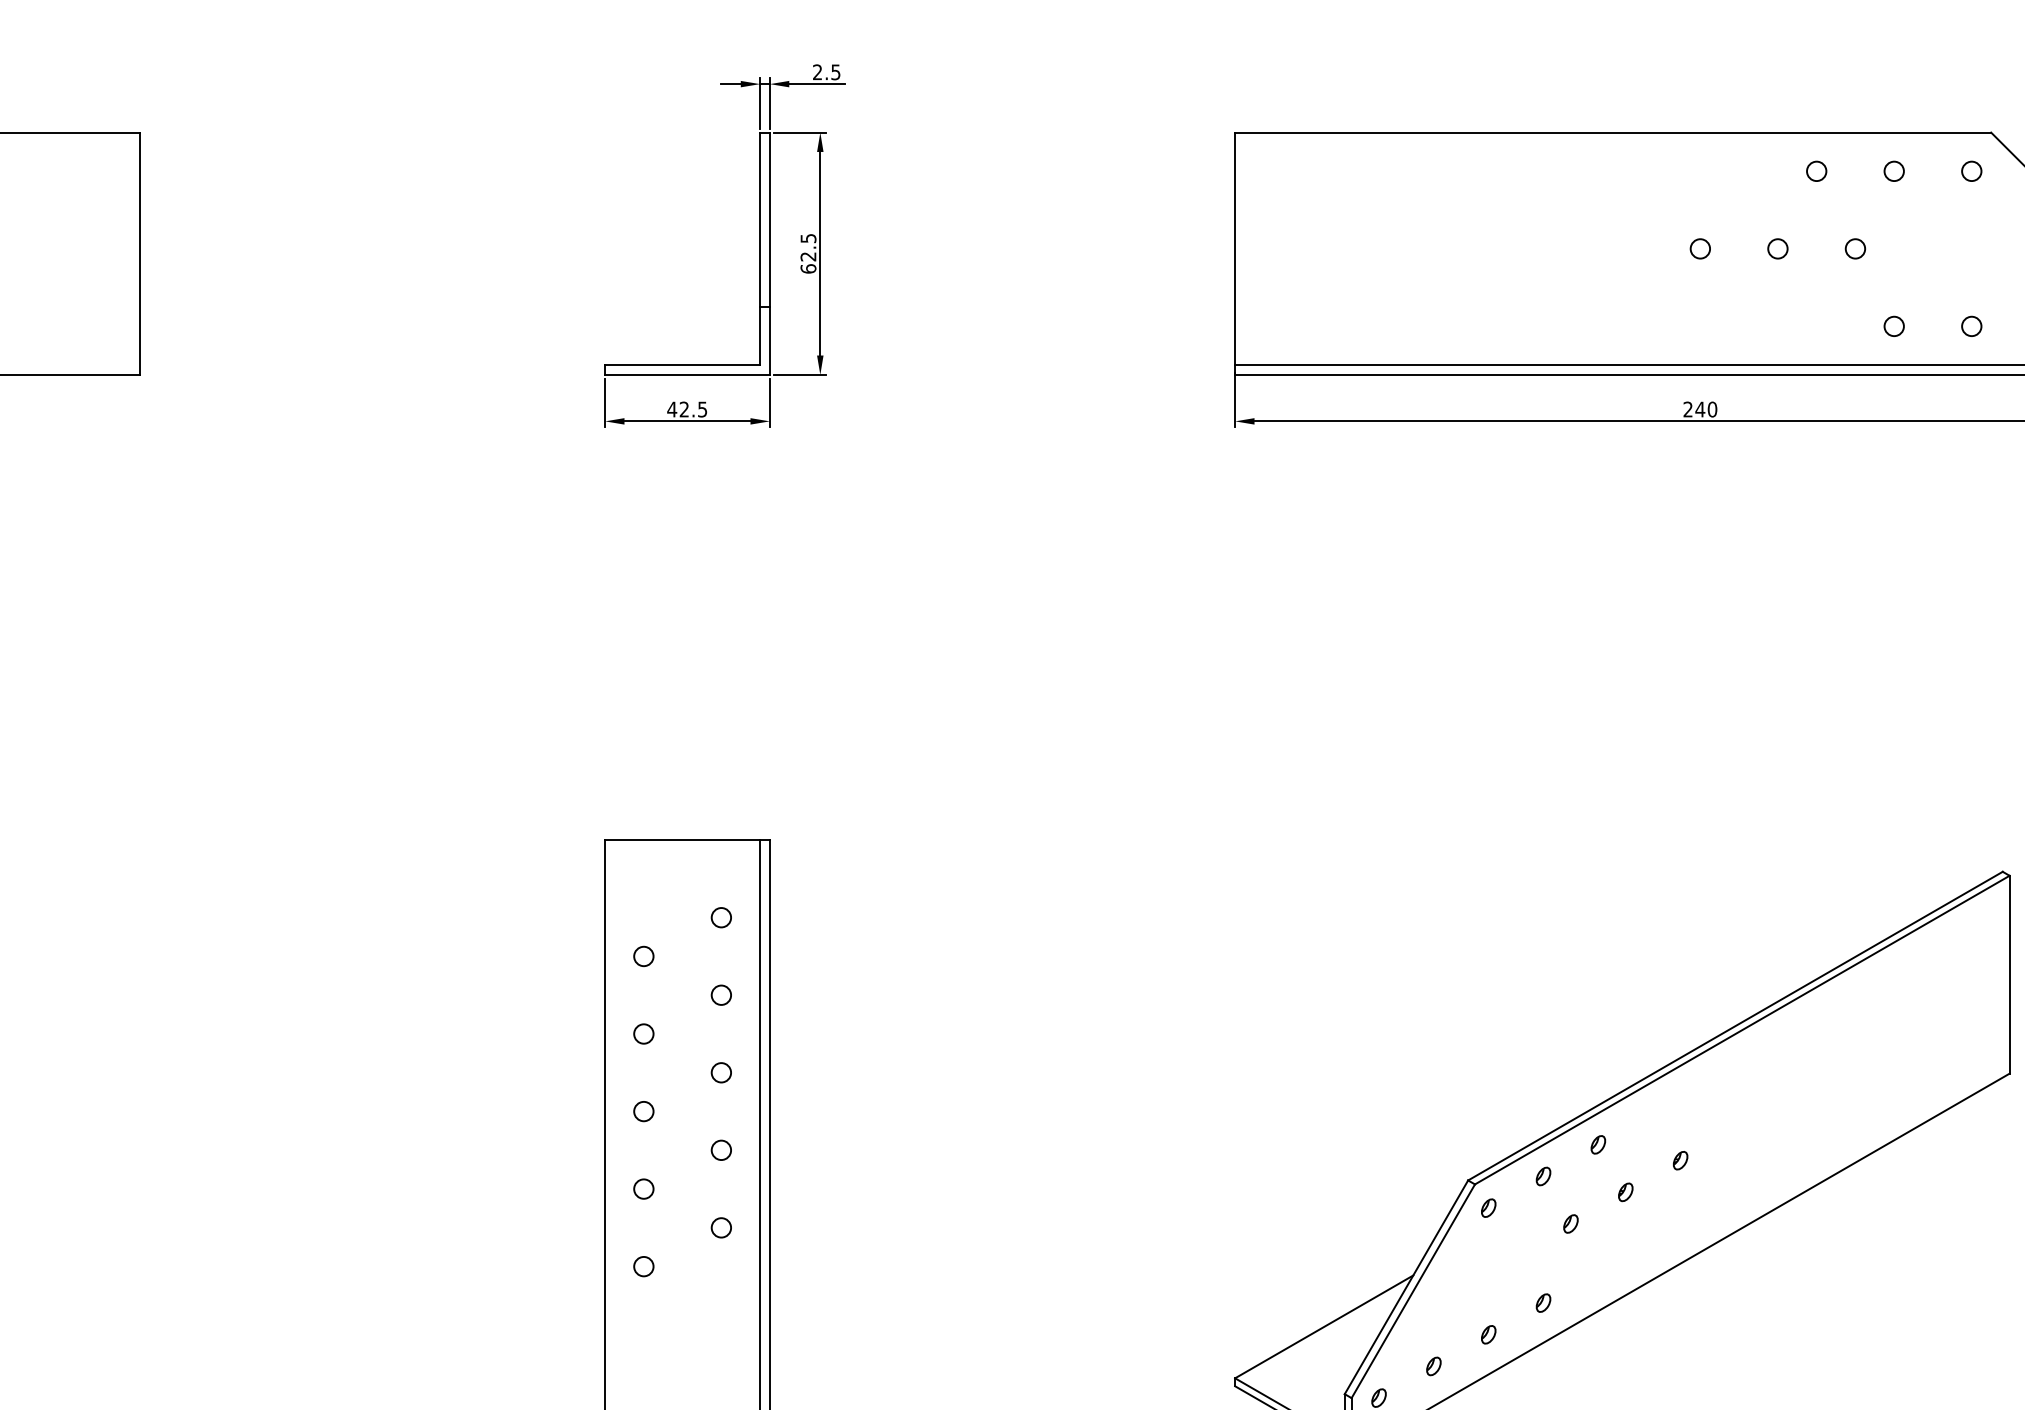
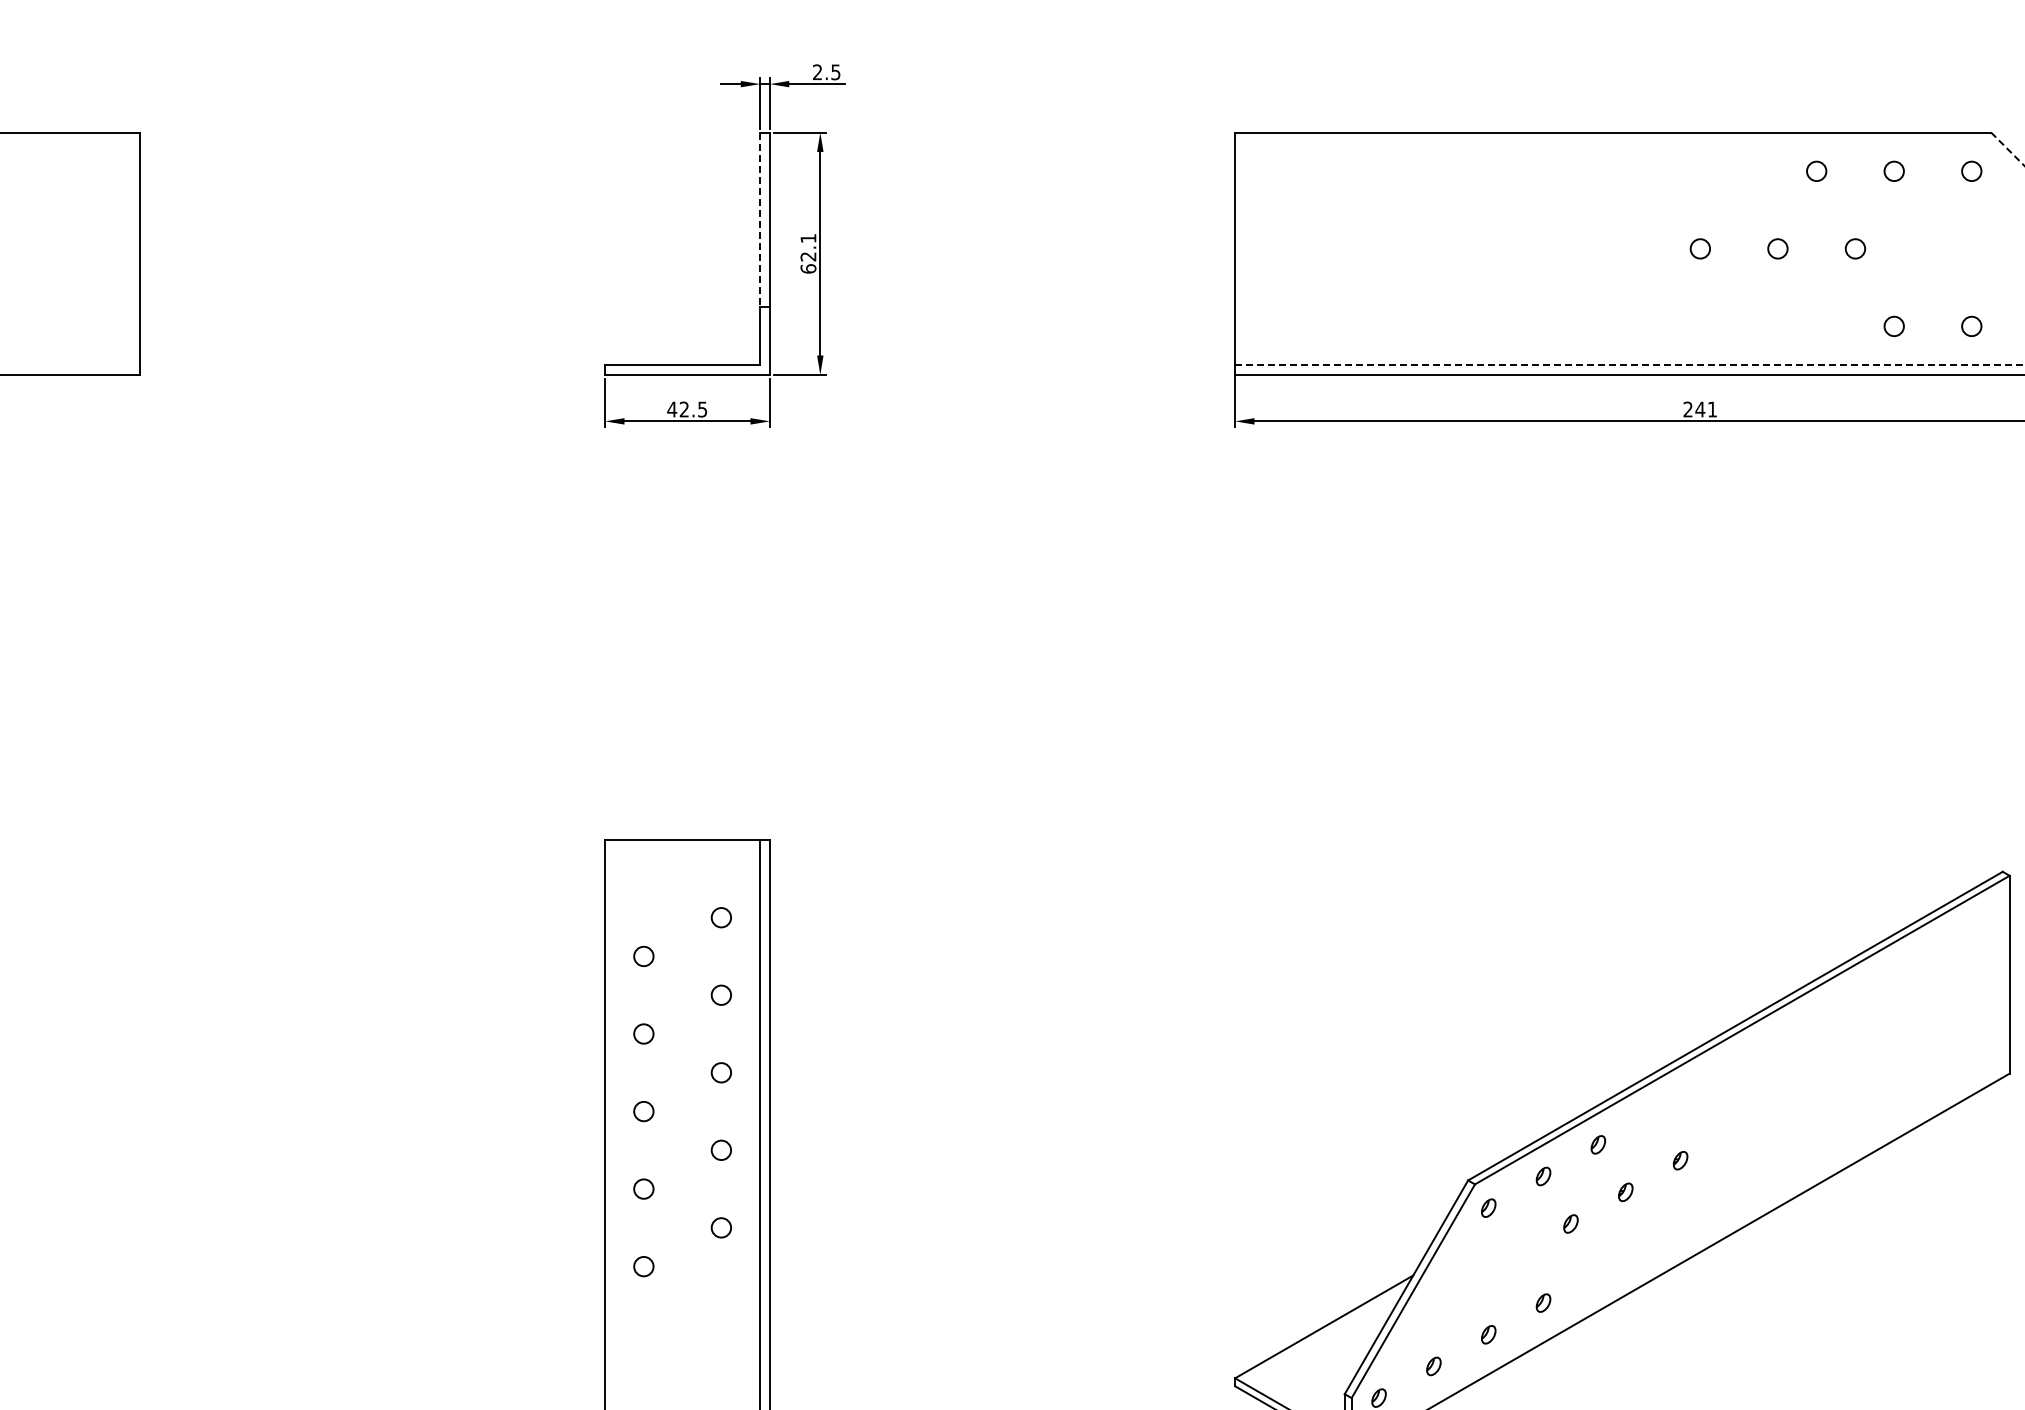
line at (2008, 149): solid -> dashed
line at (760, 220): solid -> dashed
text at (808, 238): 62.5 -> 62.1
line at (1629, 365): solid -> dashed
text at (1712, 409): 240 -> 241
